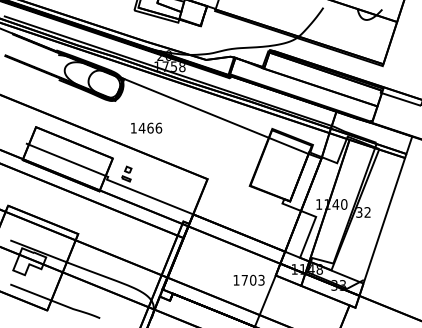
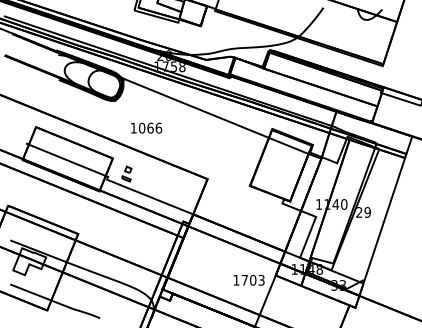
text at (141, 127): 1466 -> 1066
text at (363, 212): 32 -> 29
